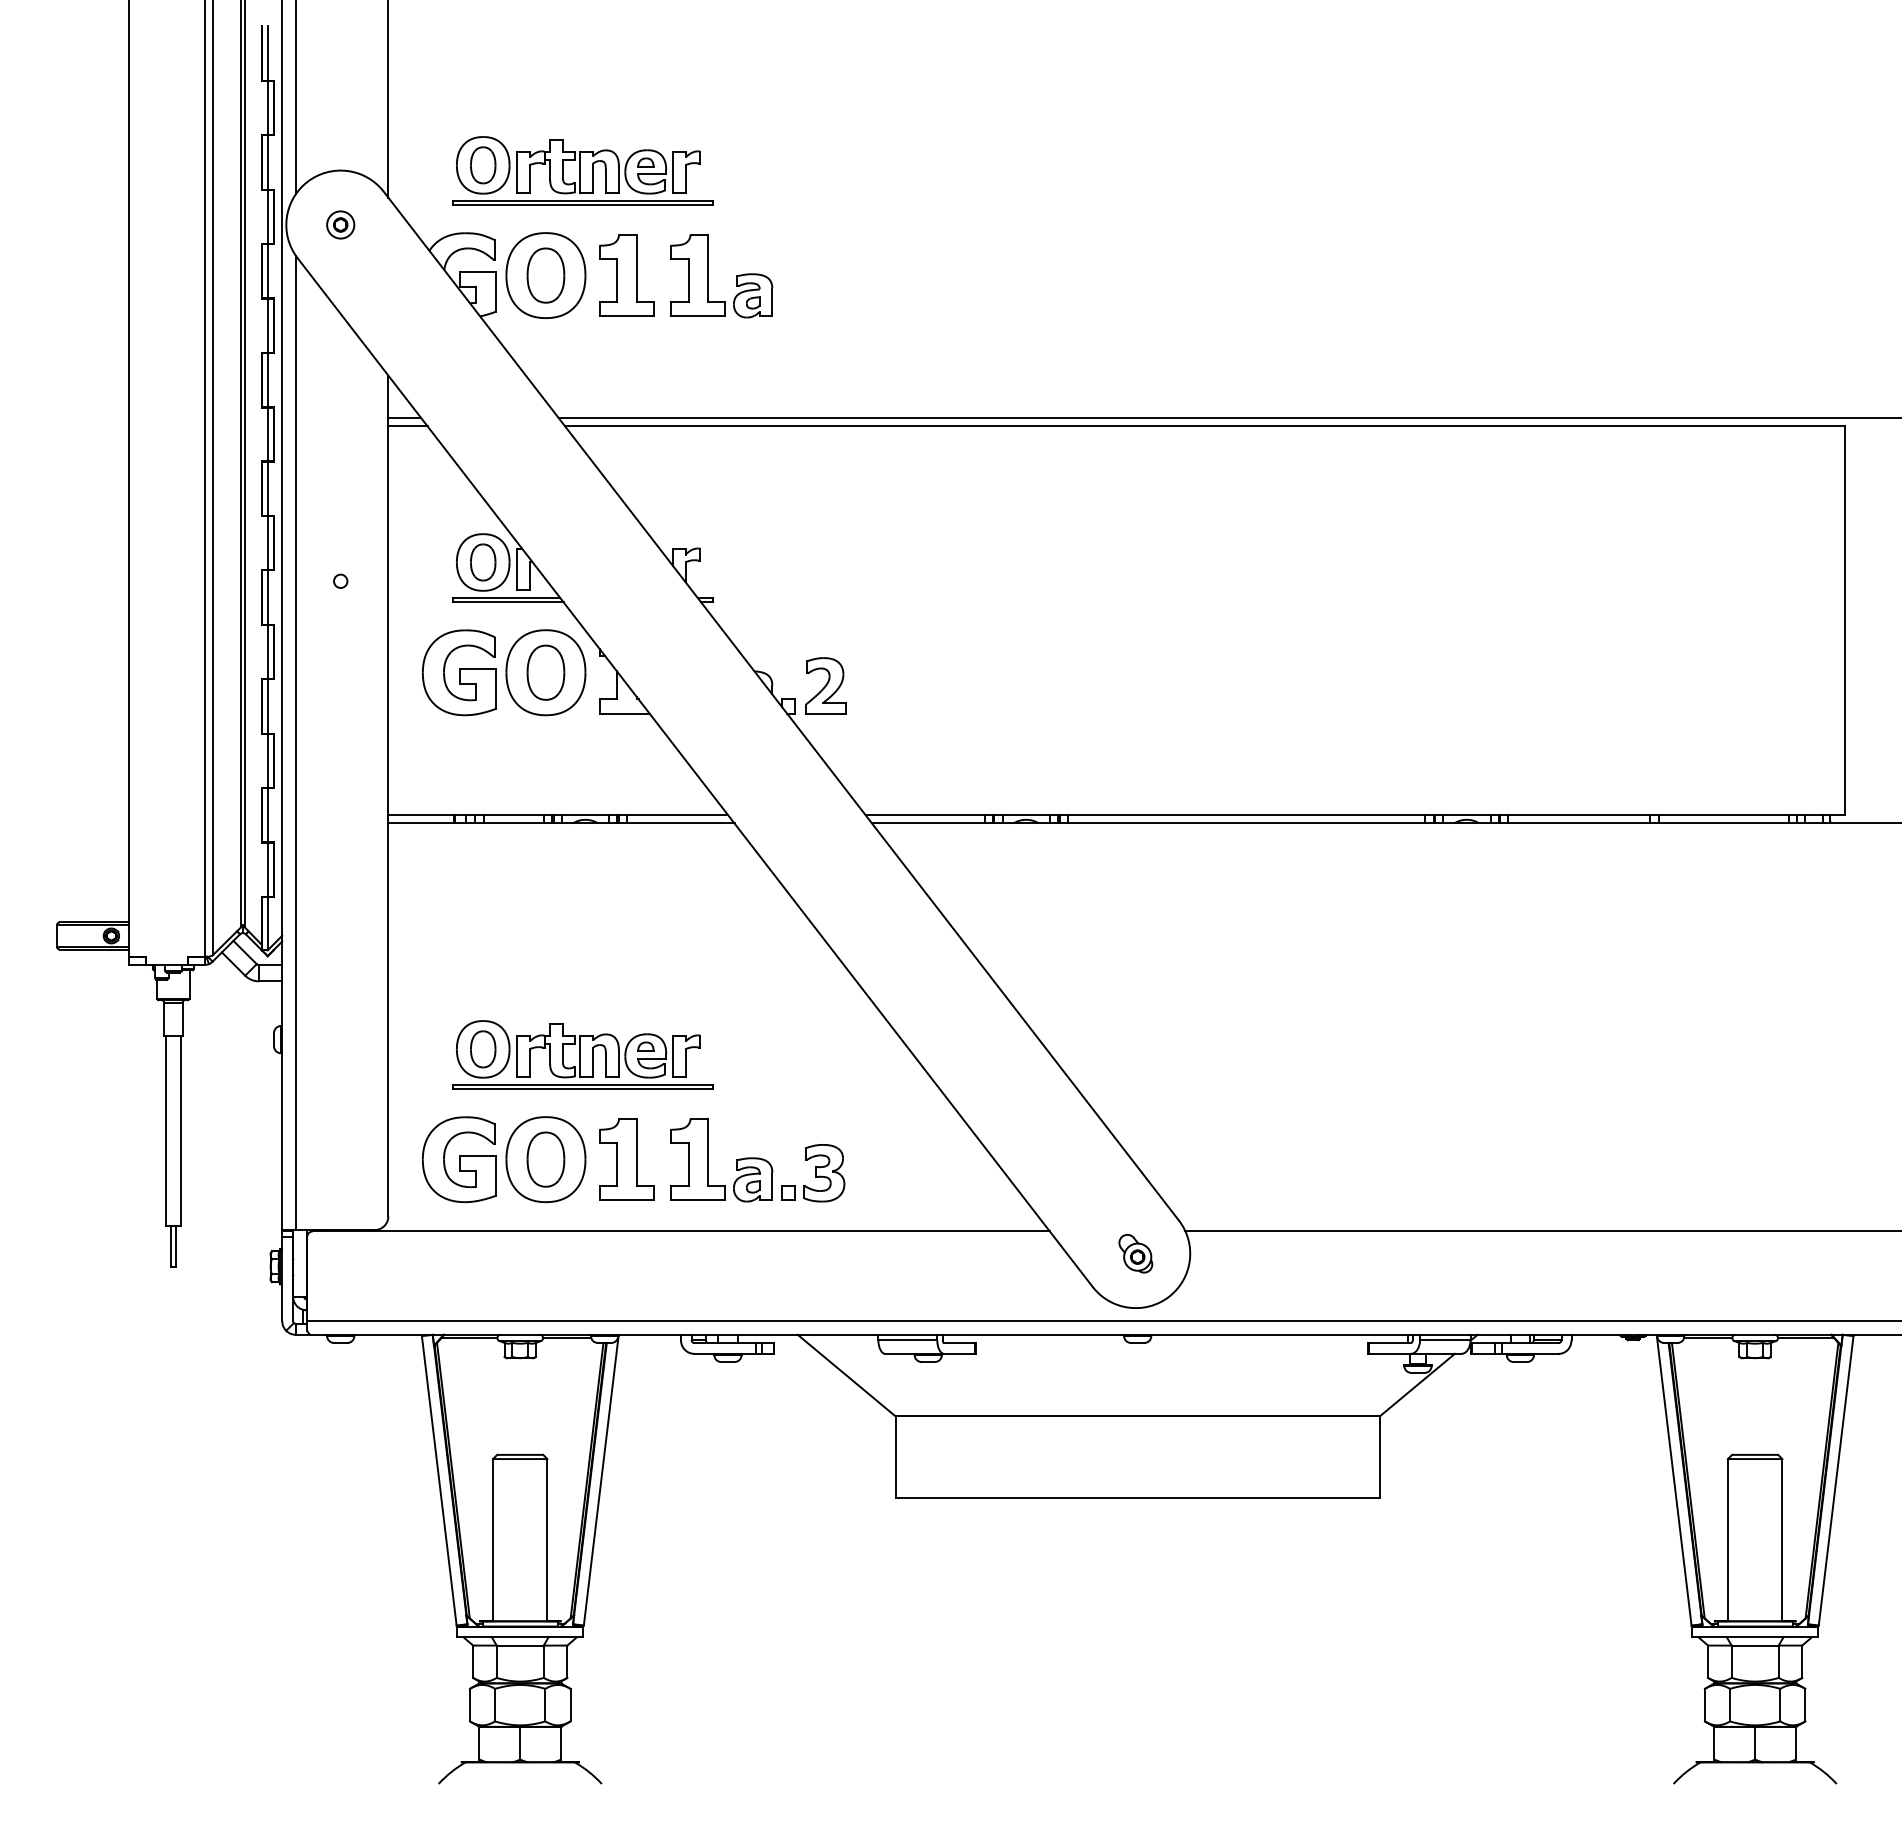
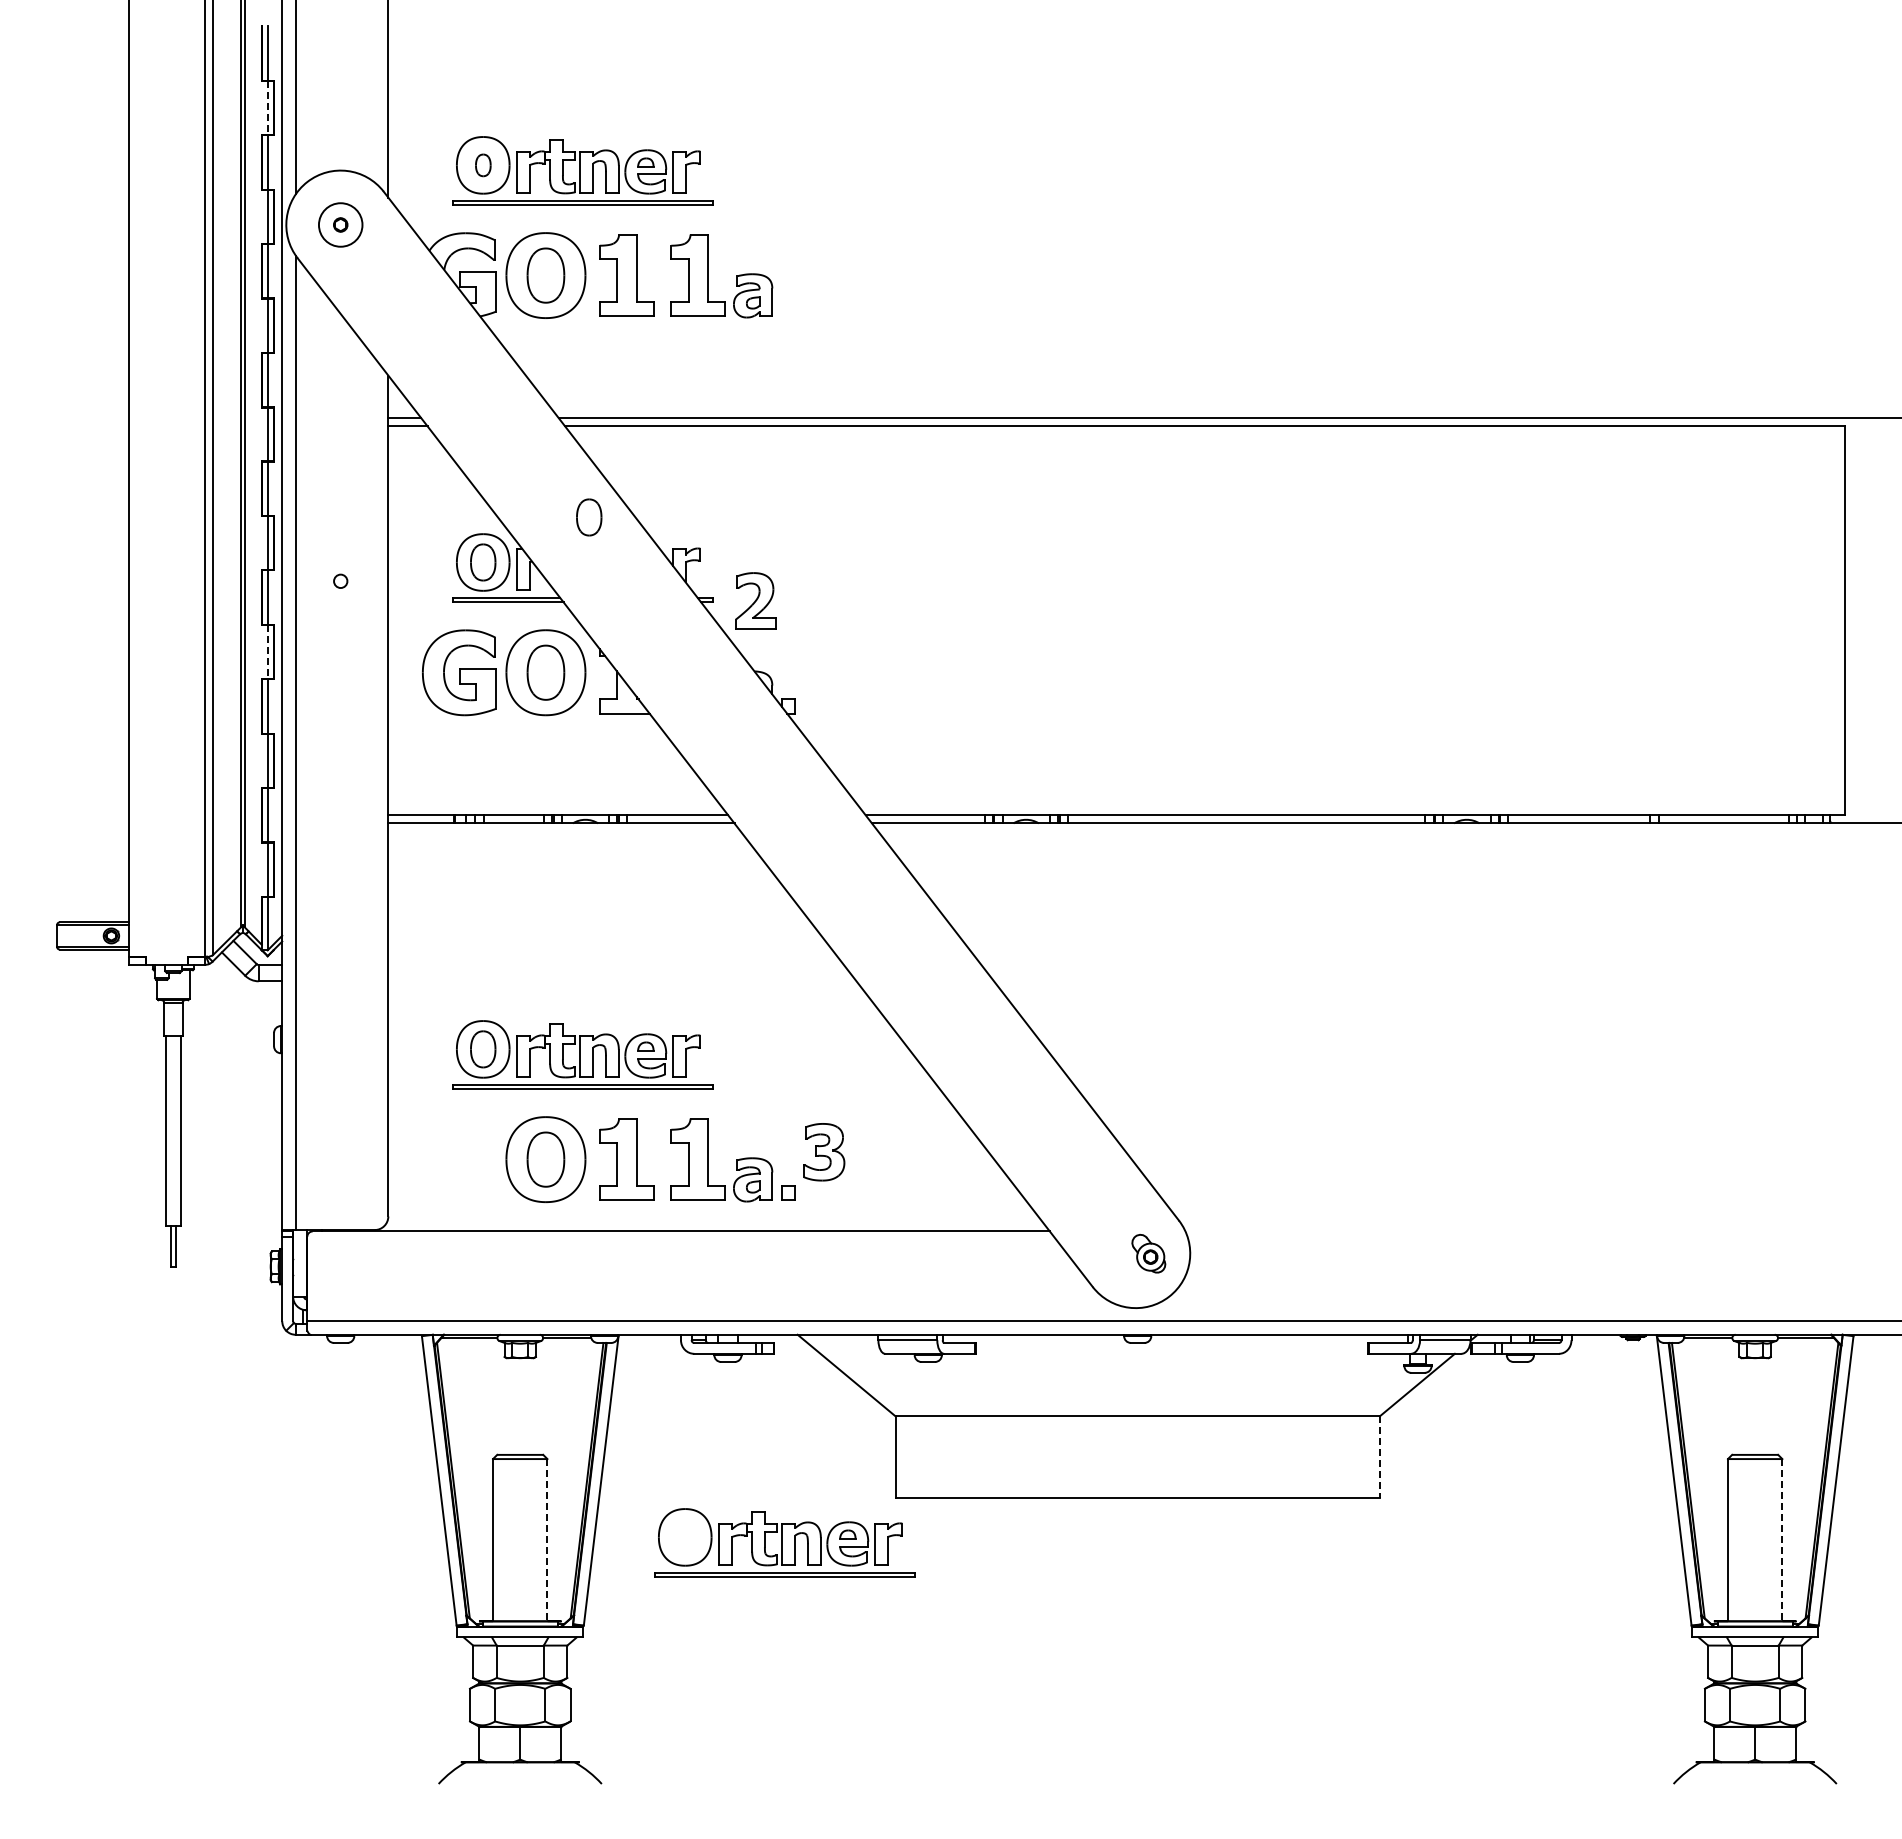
line at (267, 108): solid -> dashed
part at (483, 165) size: 27x39 px -> 17x25 px
circle at (340, 224) diameter: 27 px -> 44 px
part at (589, 517): none -> present
line at (267, 652): solid -> dashed
part at (825, 685) position: (825, 685) -> (755, 600)
part at (459, 1159): present -> none
part at (824, 1173) position: (824, 1173) -> (824, 1152)
line at (1541, 1231): present -> none
part at (1135, 1253) position: (1135, 1253) -> (1148, 1253)
line at (1379, 1457): solid -> dashed
line at (547, 1540): solid -> dashed
line at (1782, 1540): solid -> dashed
part at (784, 1542): none -> present
